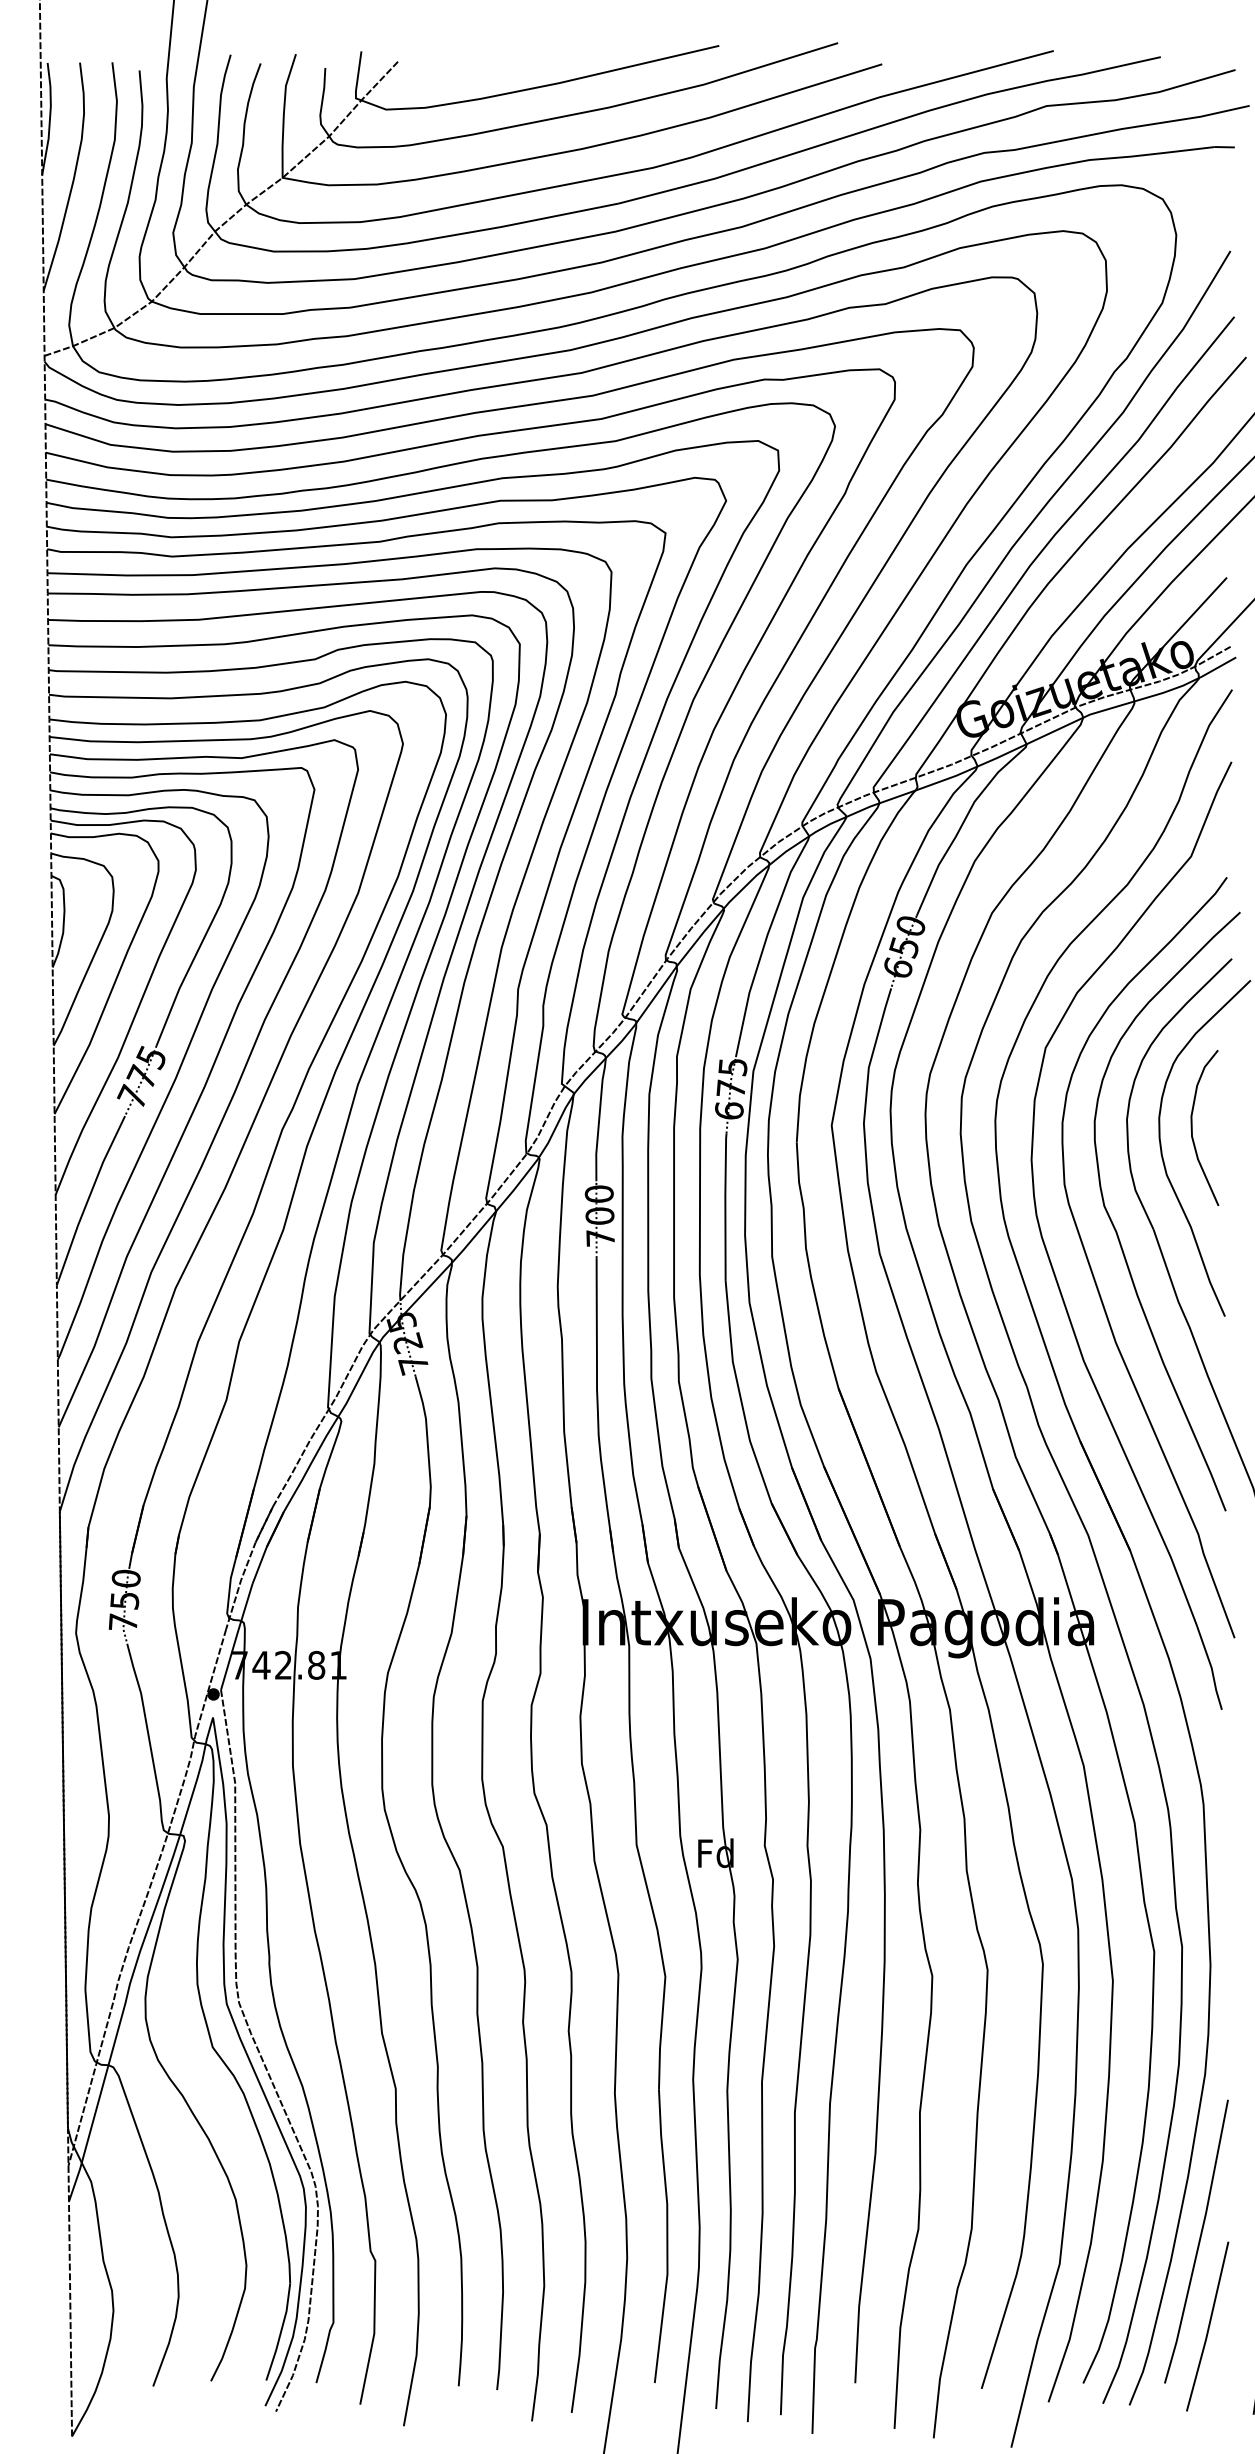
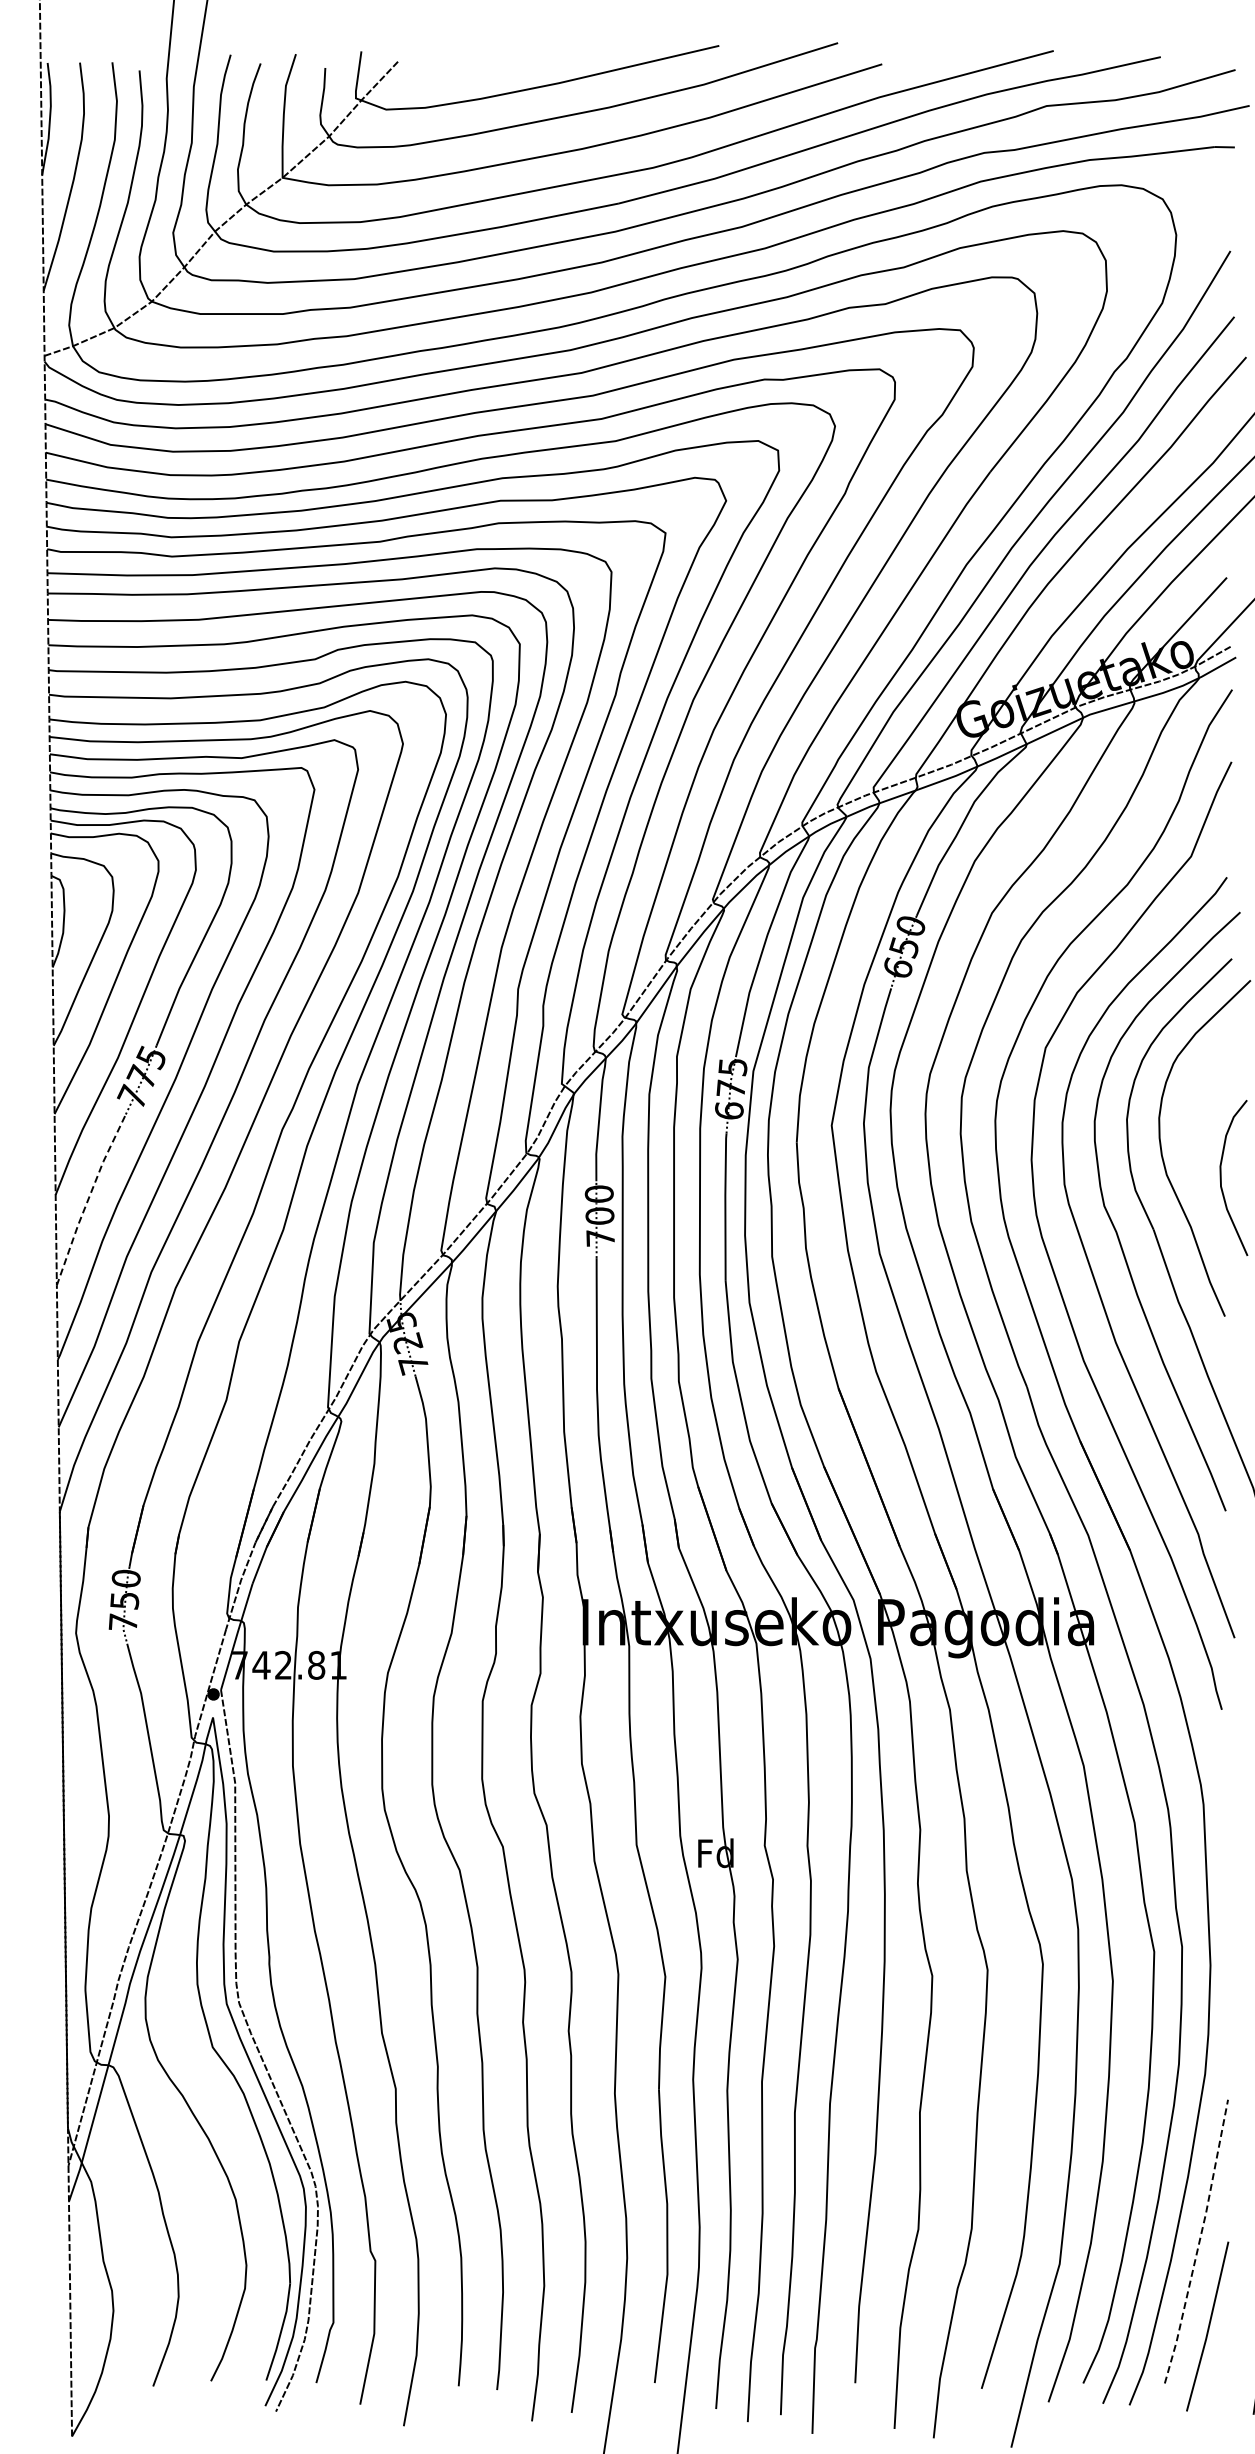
curve at (1192, 1127) position: (1192, 1127) -> (1221, 1177)
line at (88, 1199): solid -> dashed
line at (1199, 2242): solid -> dashed
